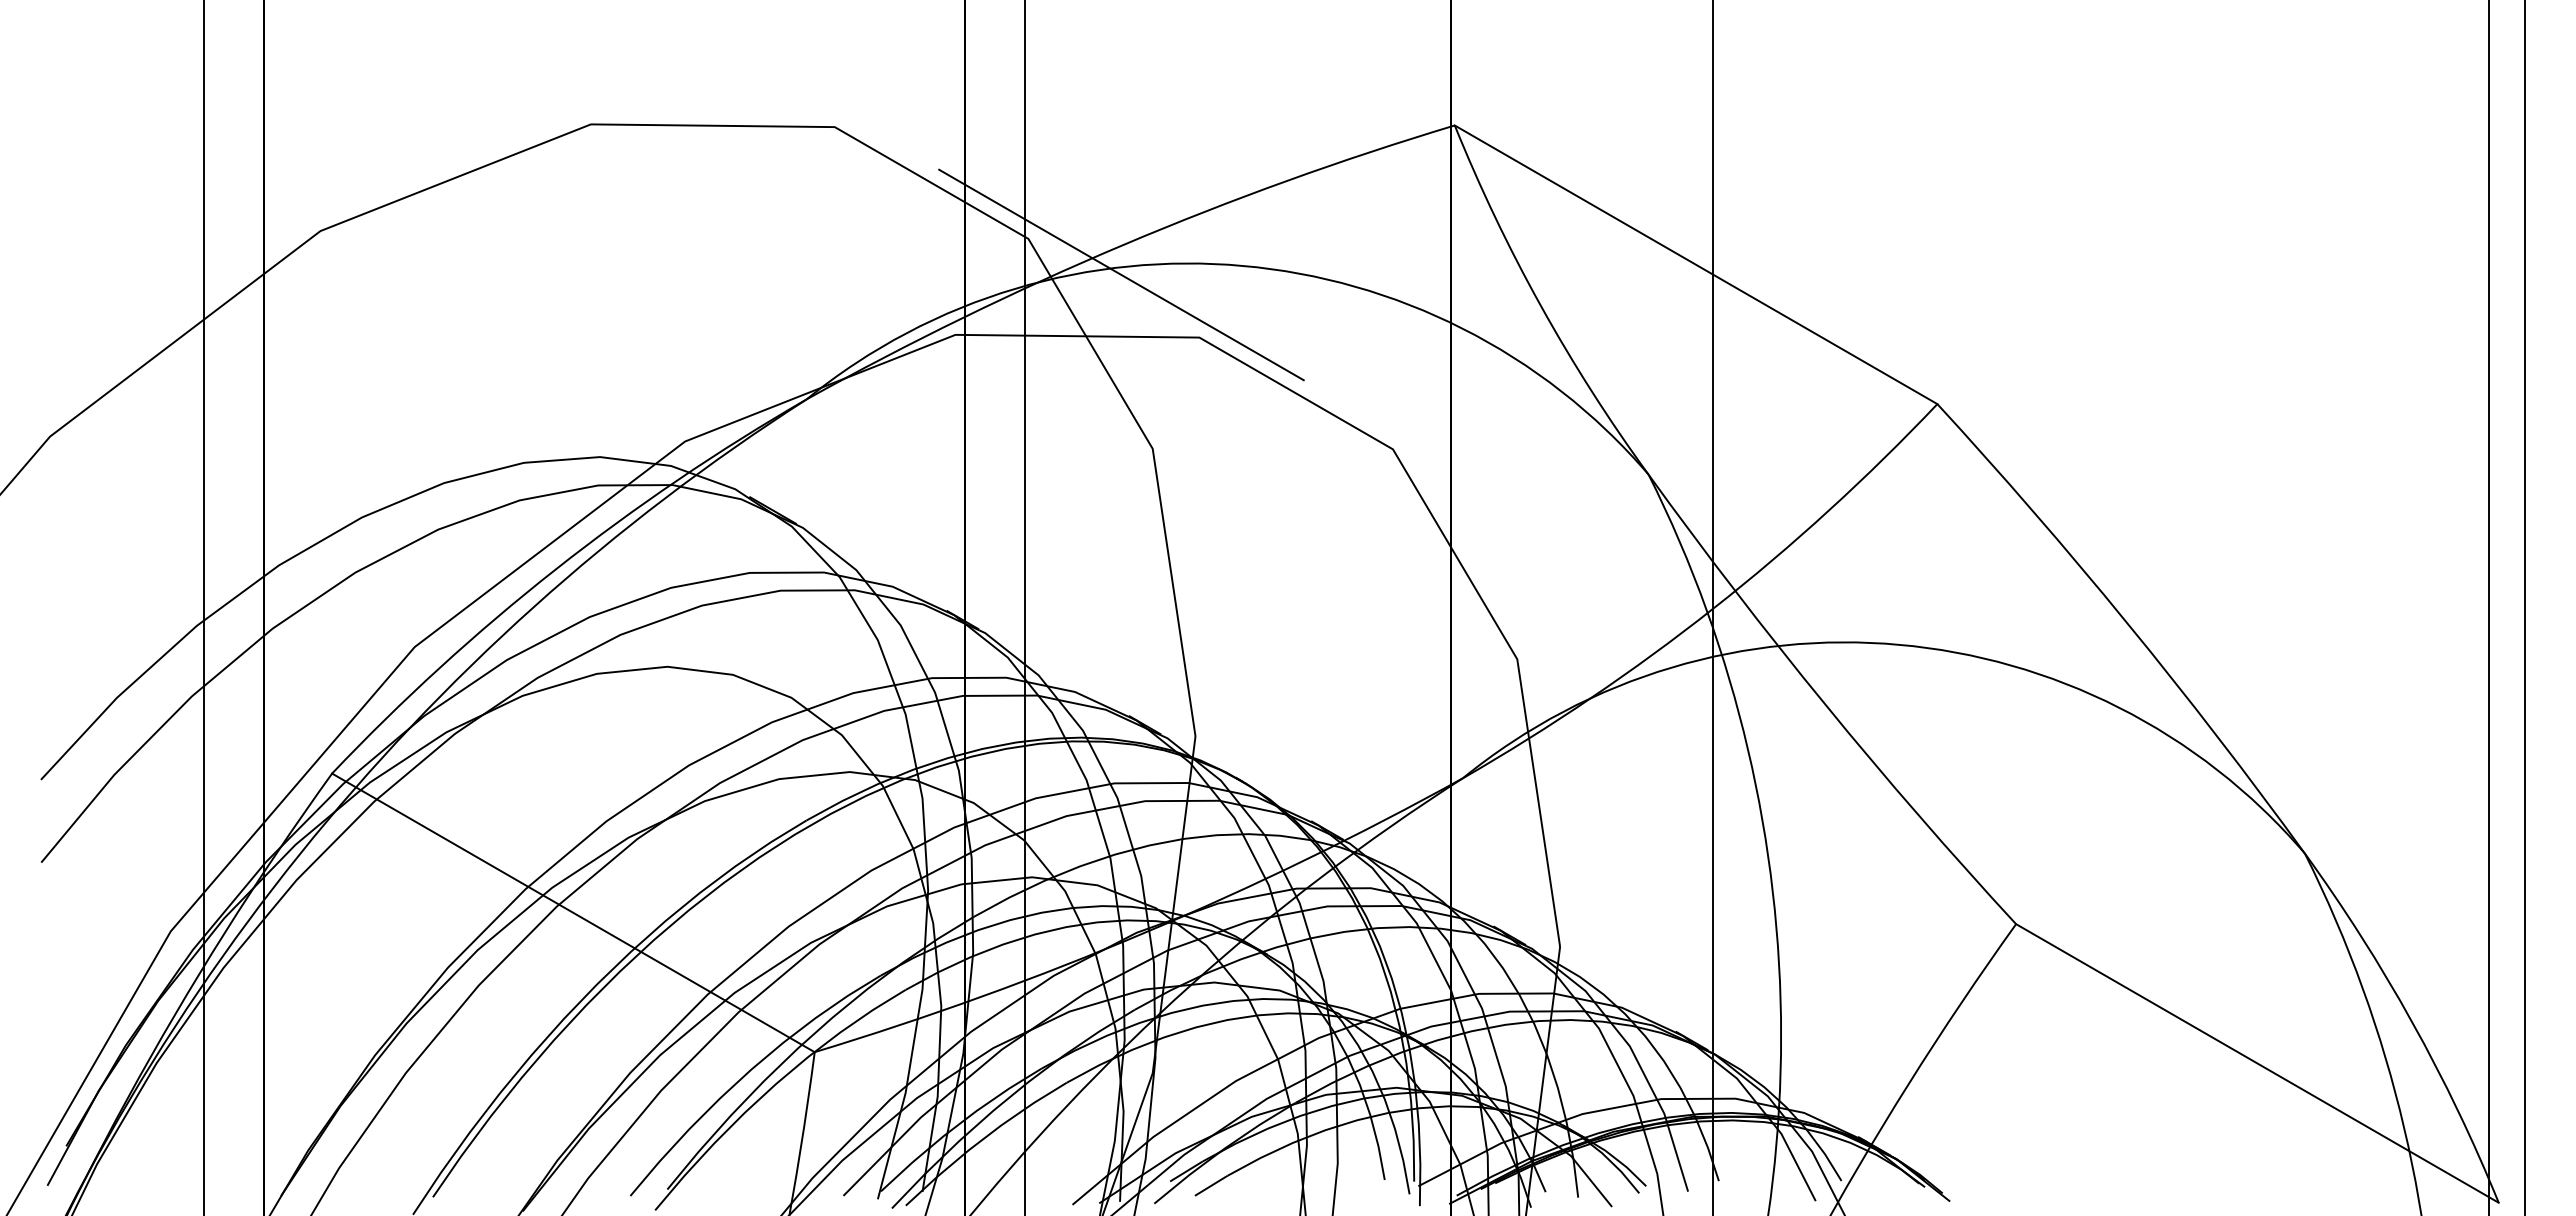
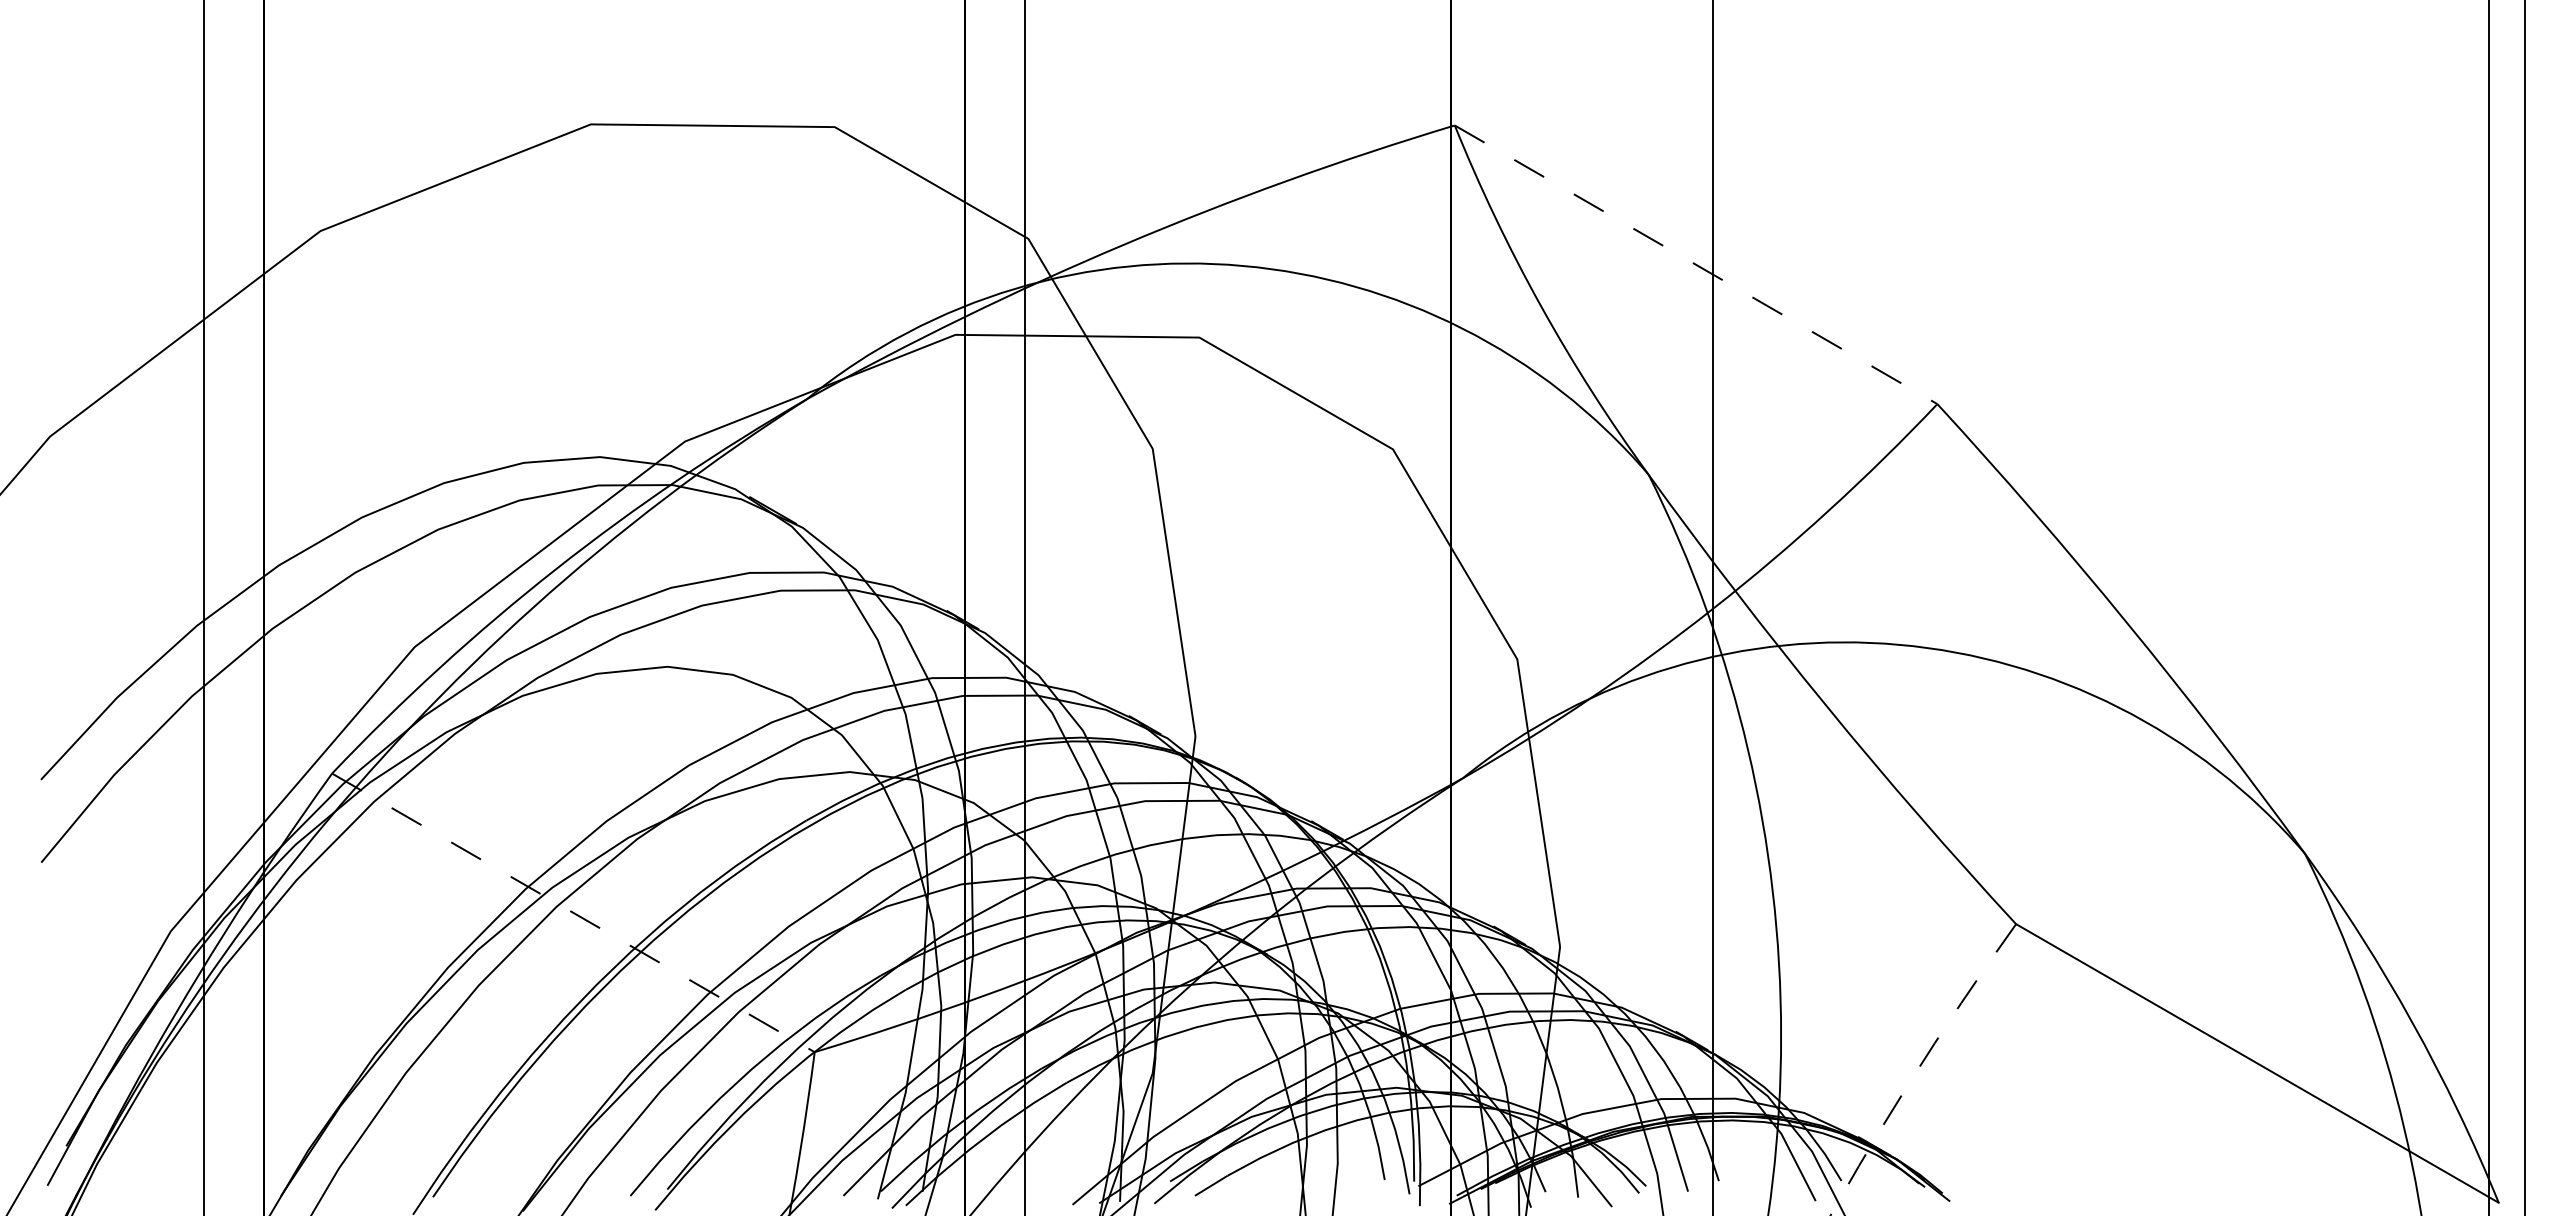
line at (1696, 264): solid -> dashed
line at (1121, 274): present -> none
line at (573, 912): solid -> dashed
arc at (1918, 1068): solid -> dashed
